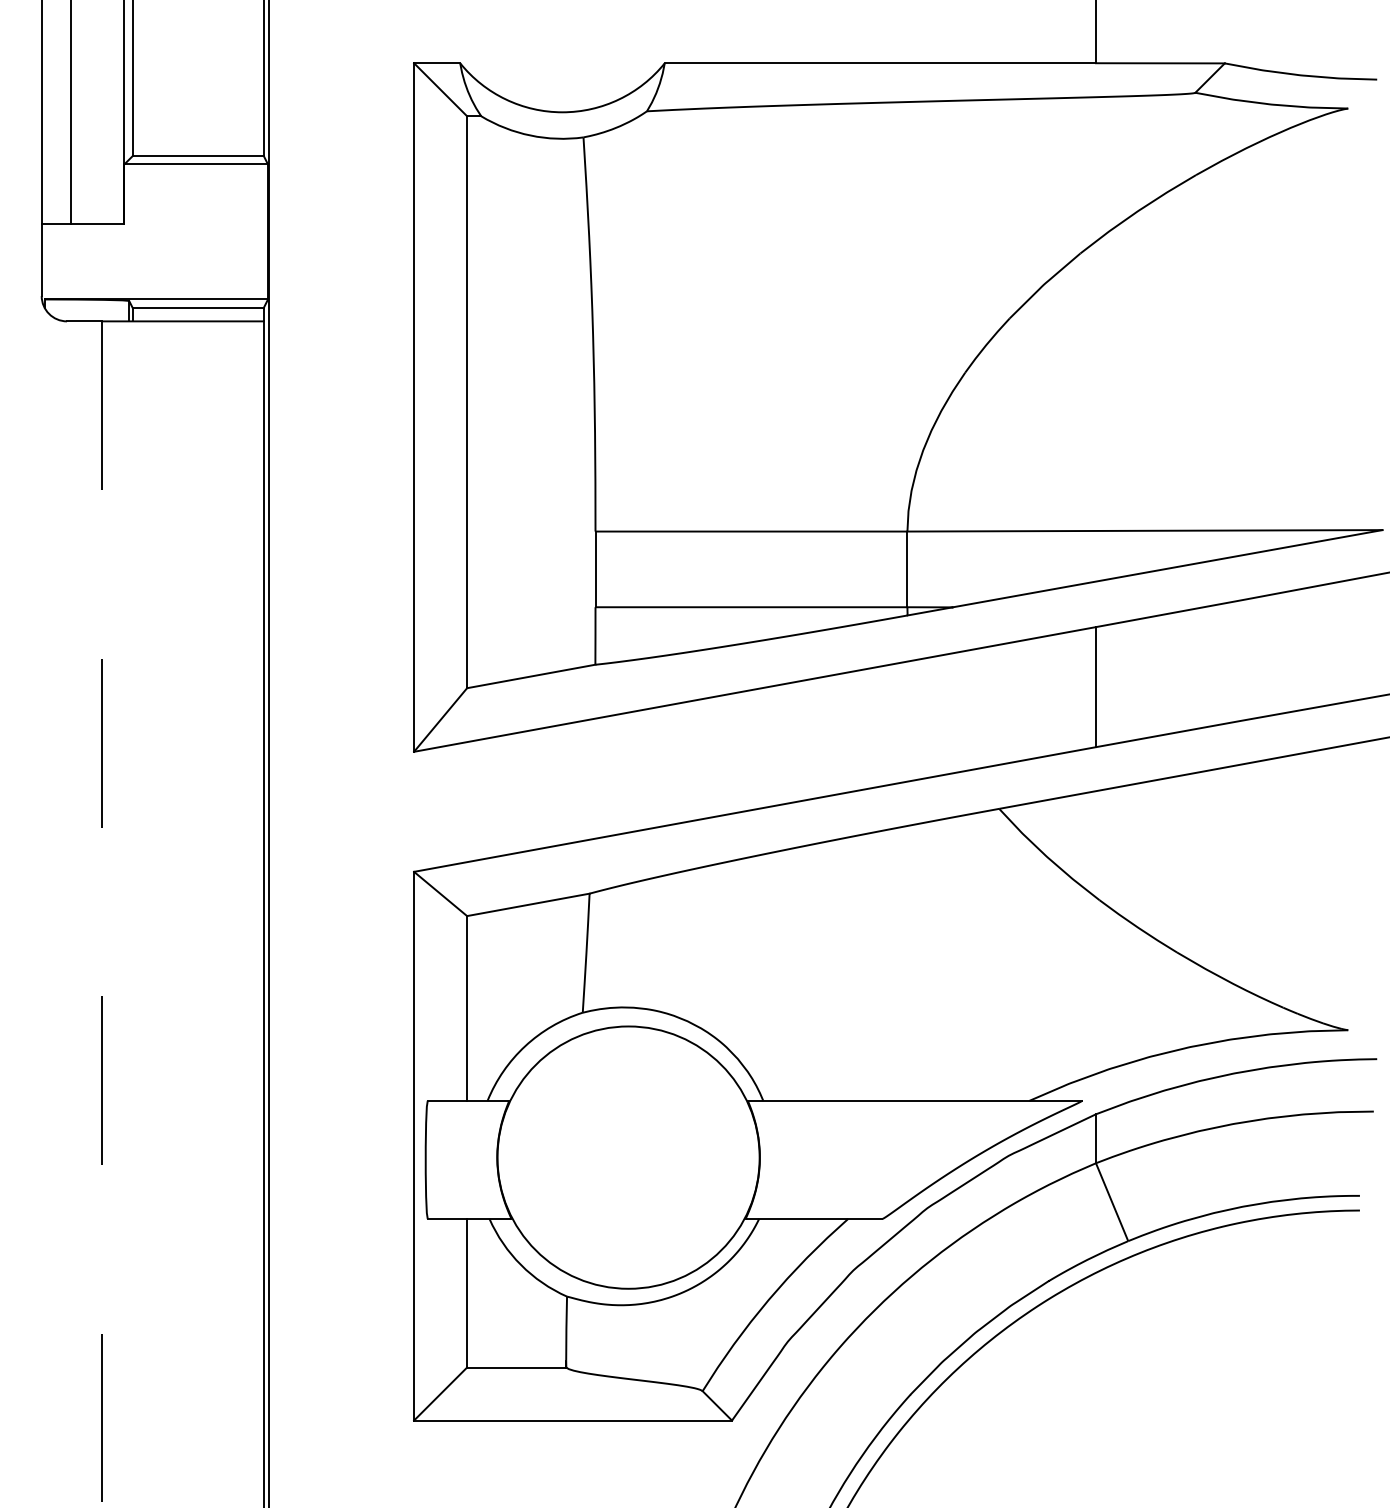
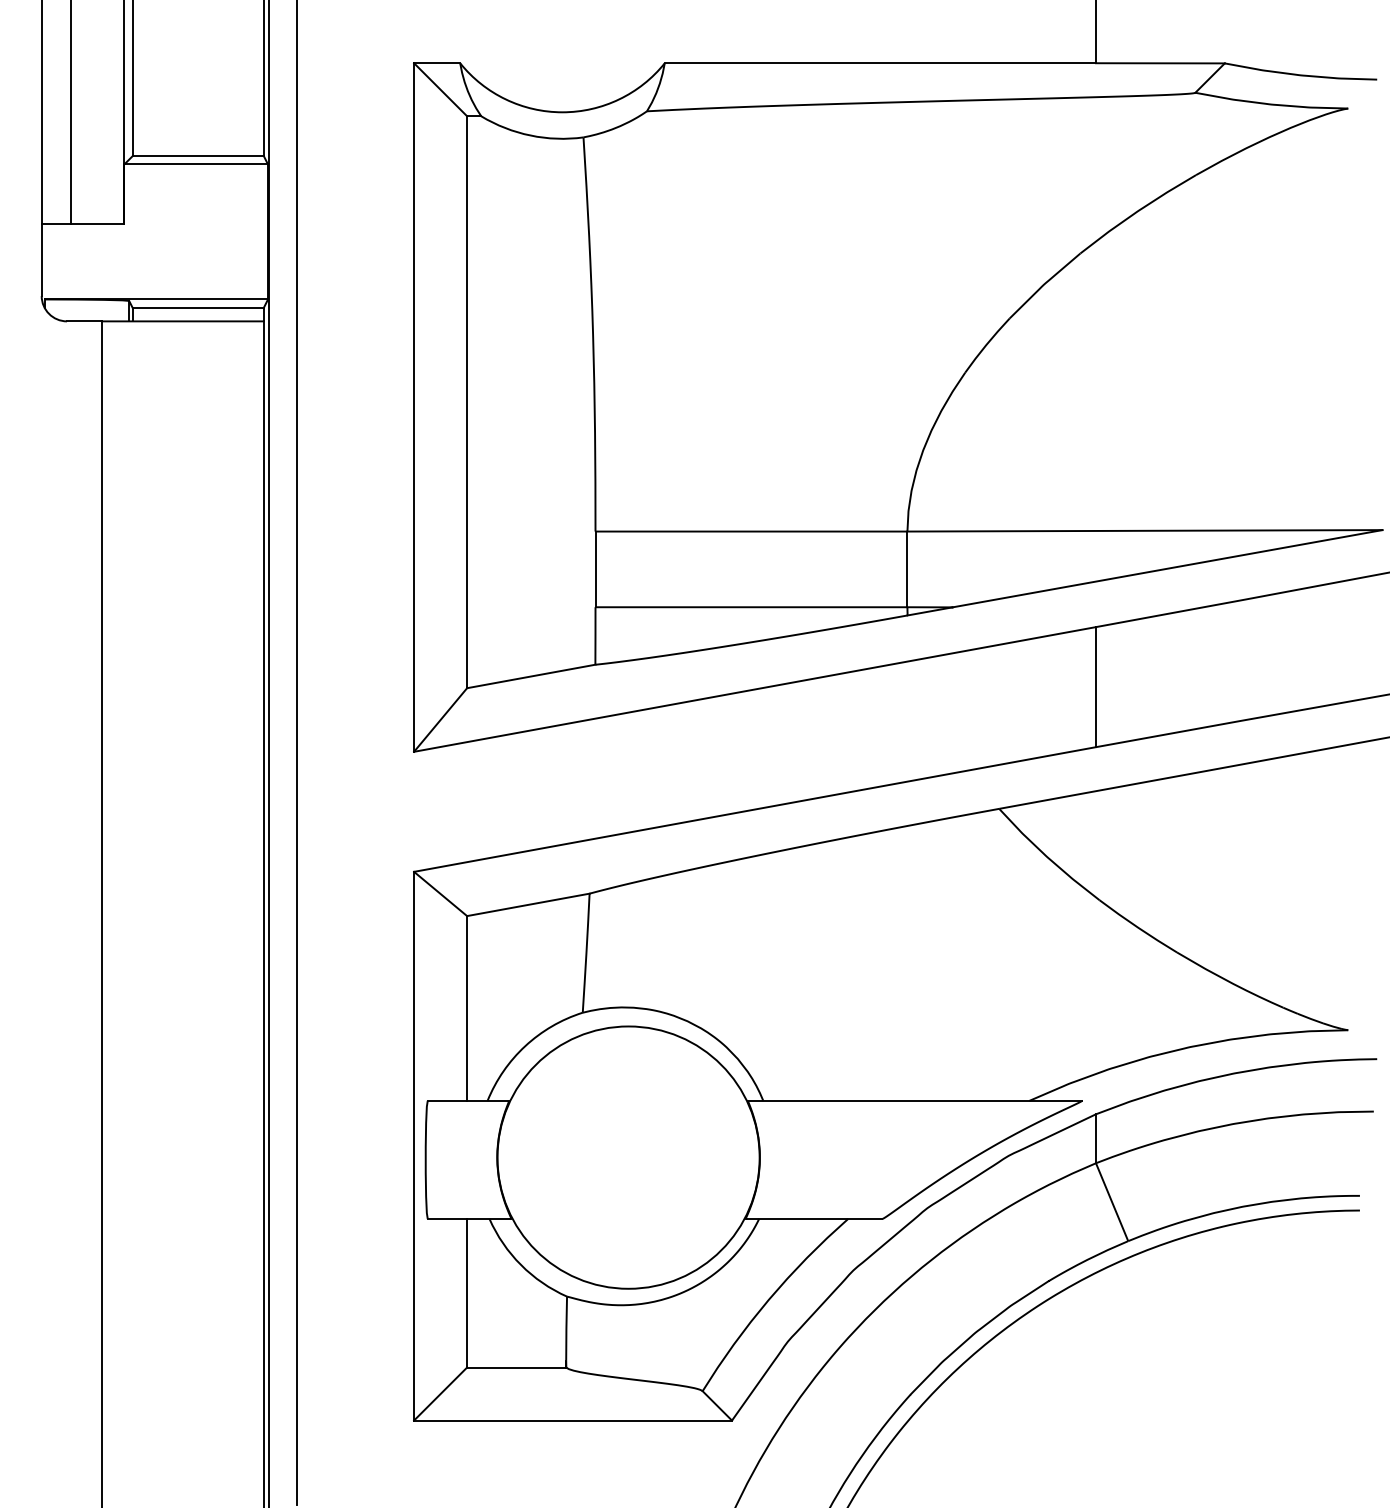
line at (297, 753): none -> present
line at (101, 914): dashed -> solid
